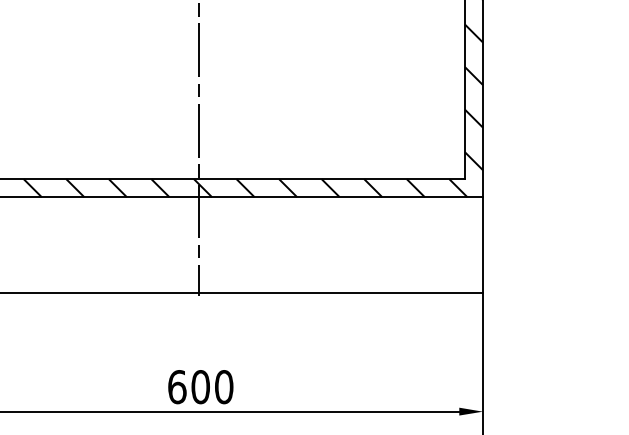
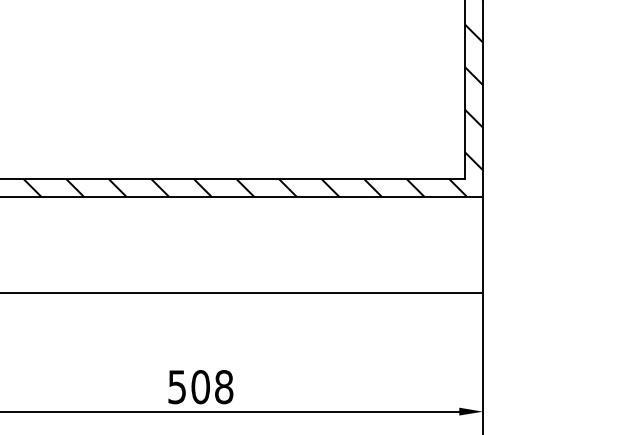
line at (198, 149): present -> none
text at (200, 387): 600 -> 508
